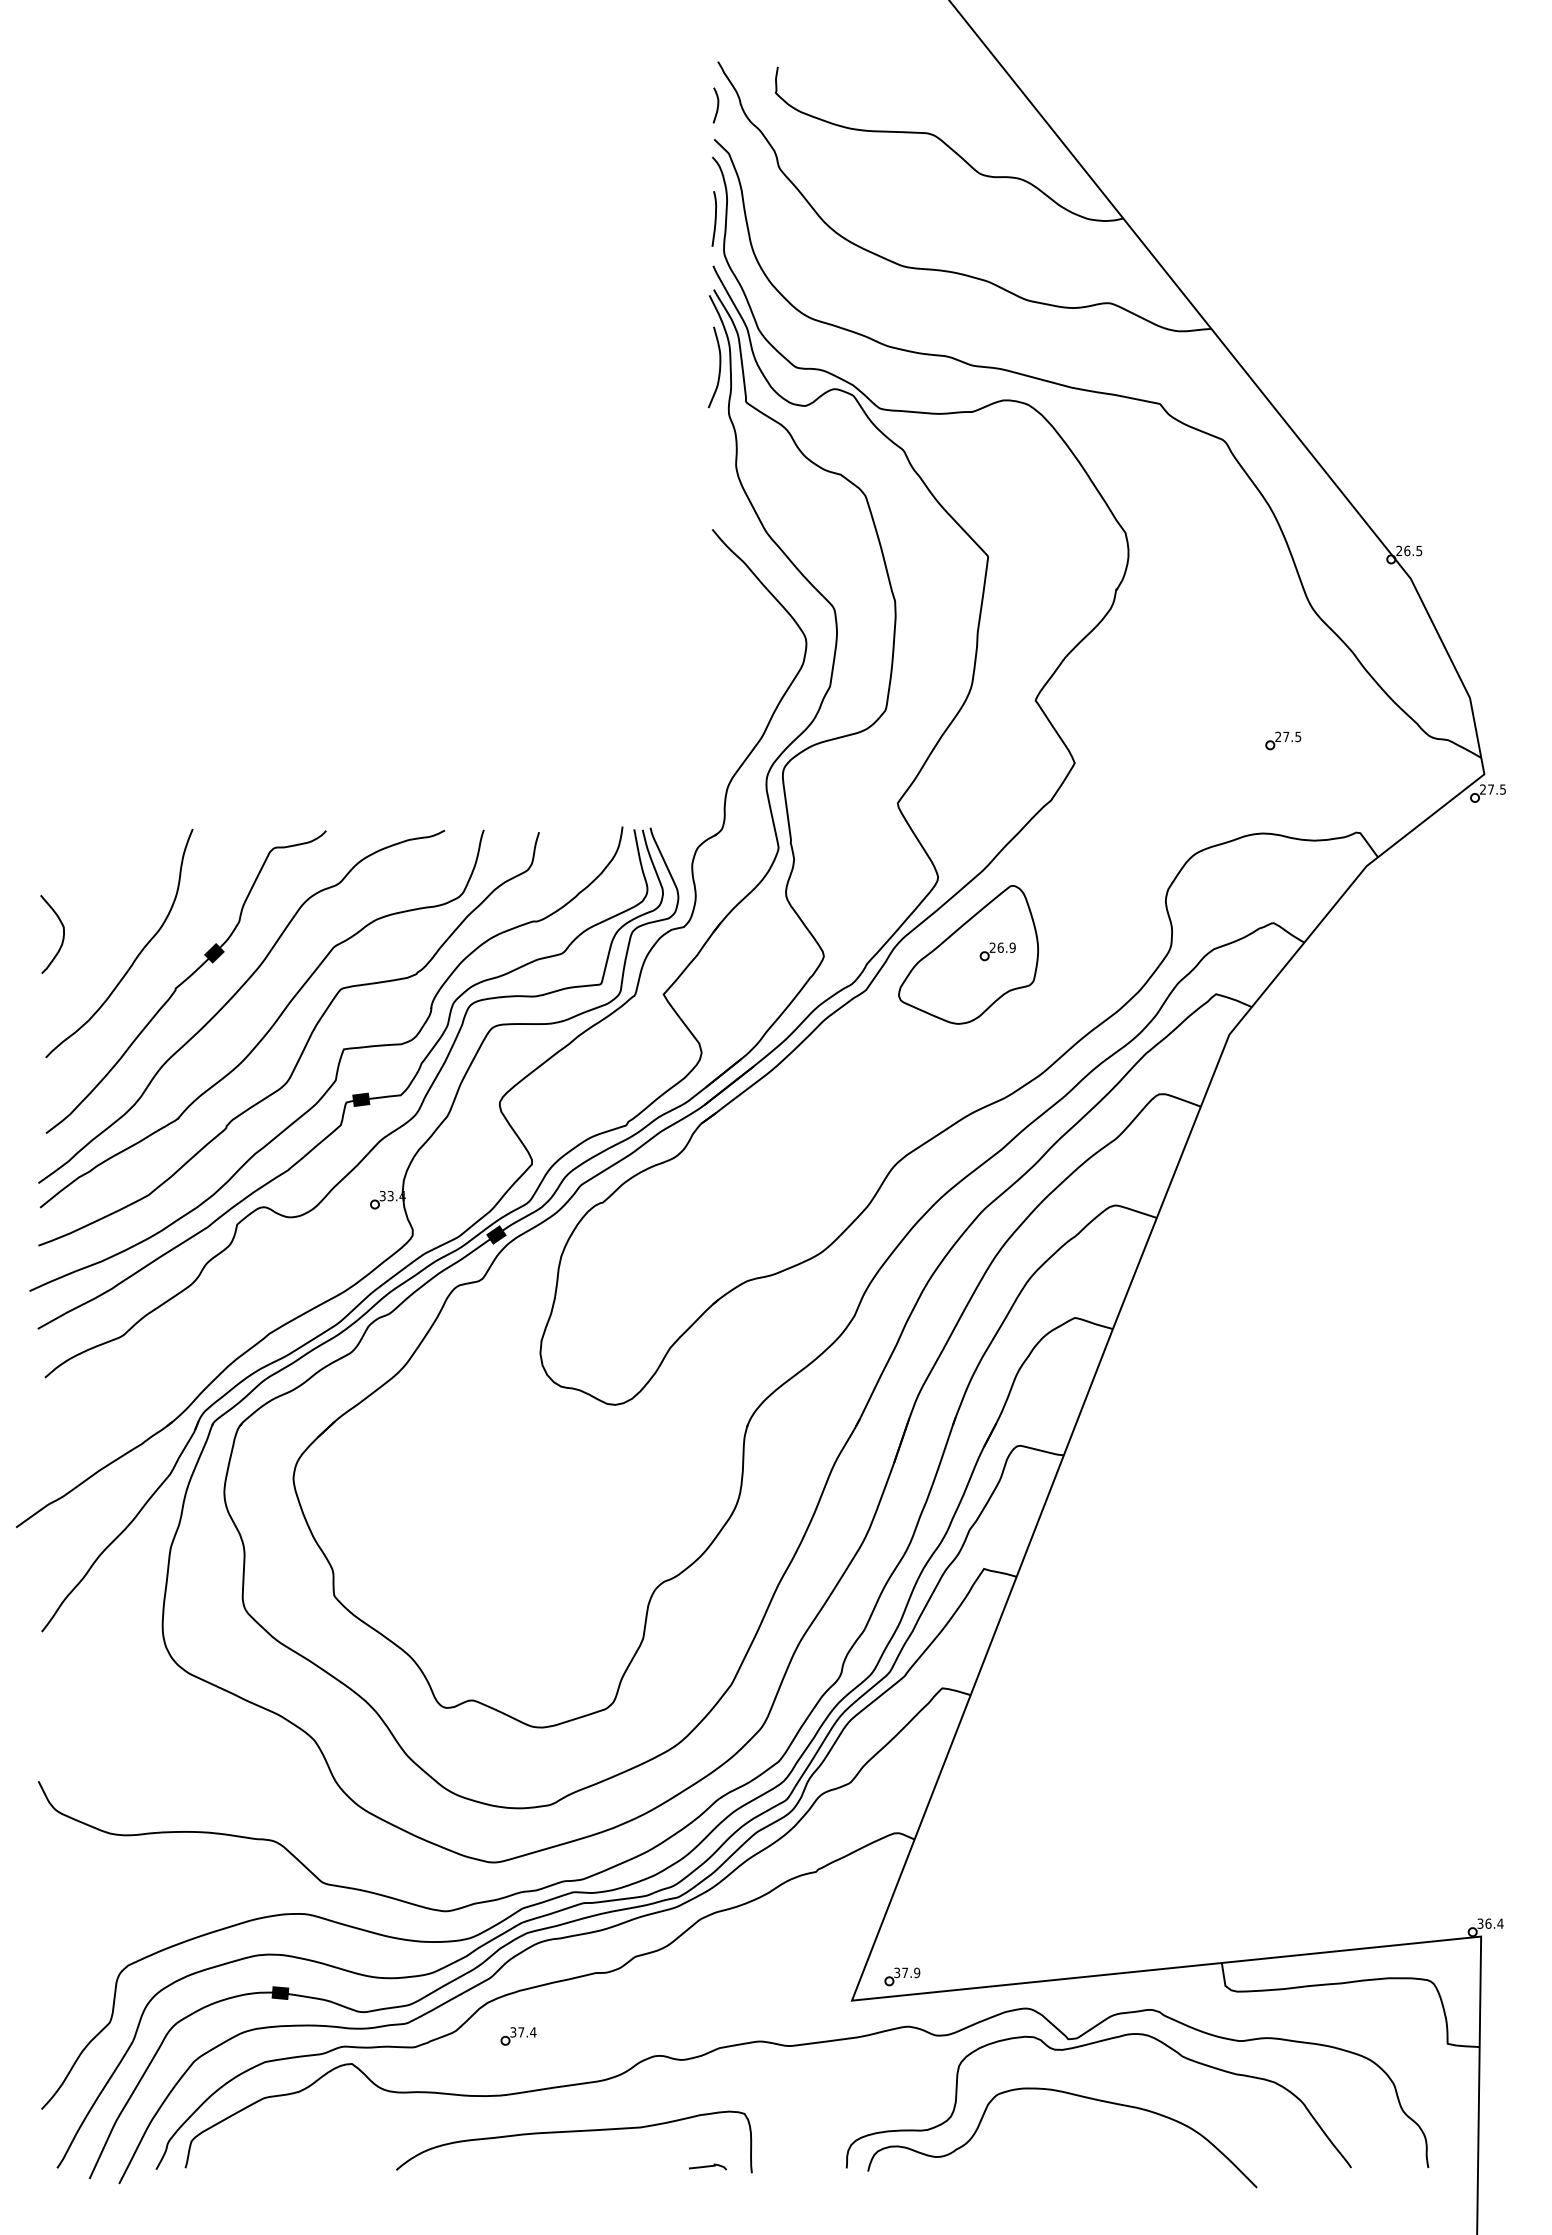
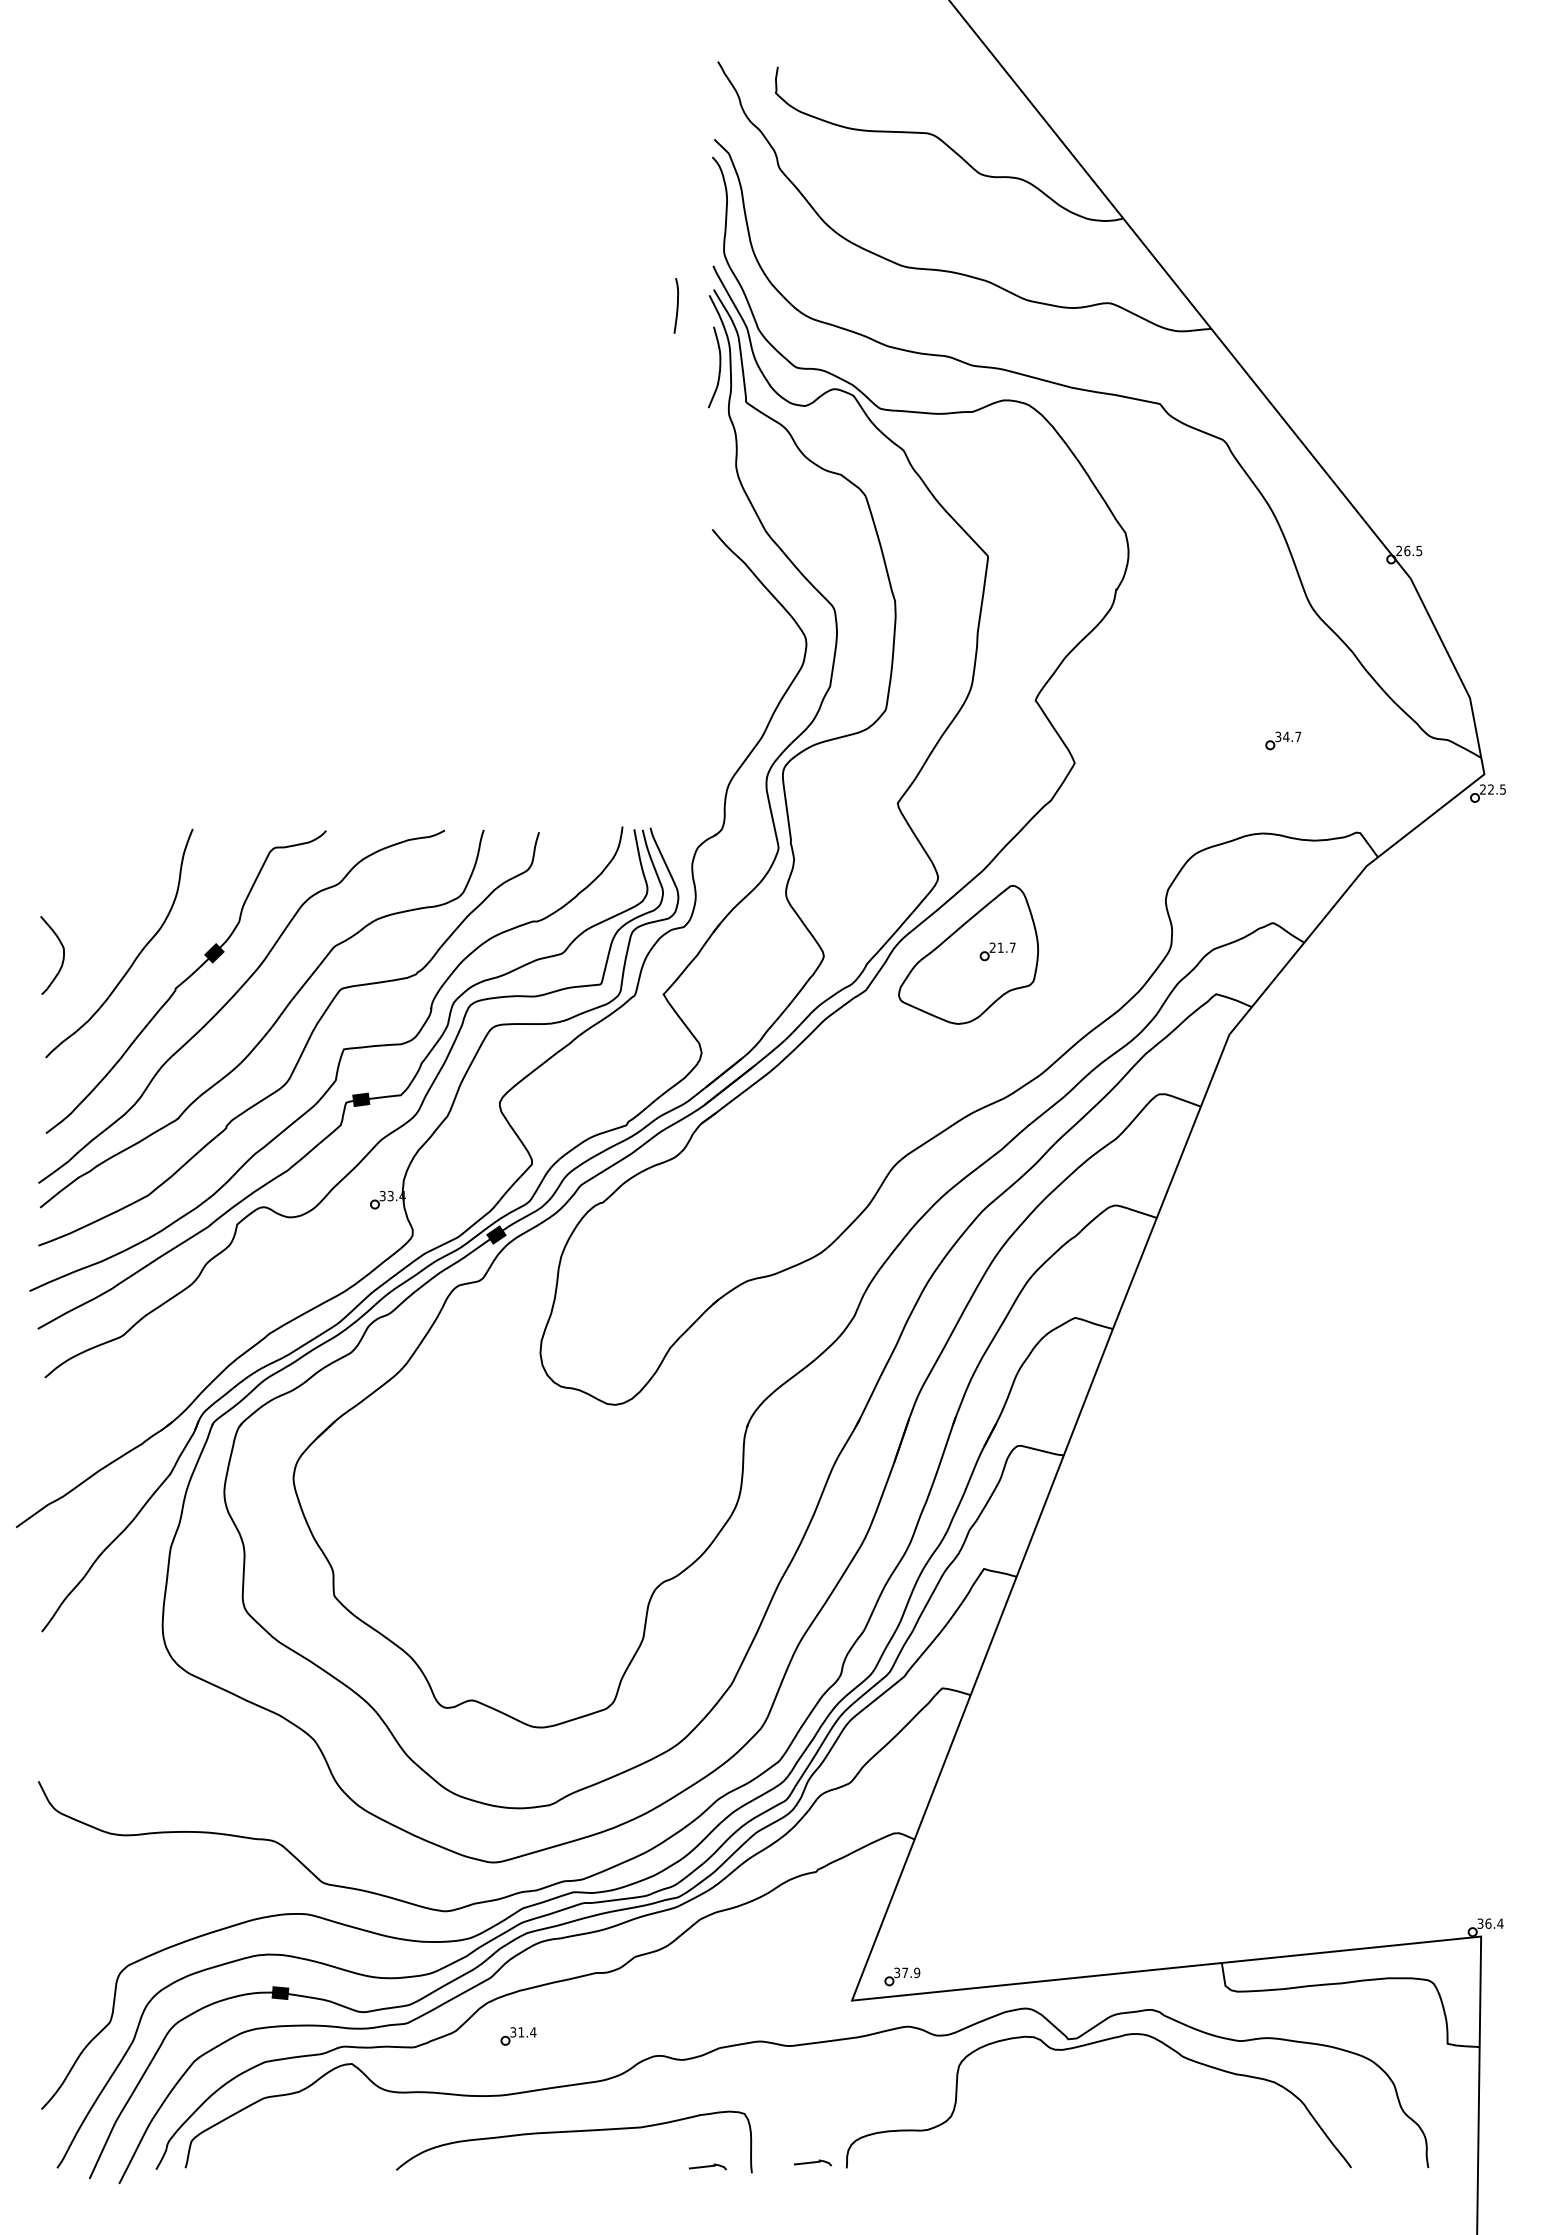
curve at (717, 105): present -> none
curve at (714, 218) position: (714, 218) -> (676, 305)
text at (1288, 736): 27.5 -> 34.7
text at (1490, 789): 27.5 -> 22.5
curve at (62, 936) position: (62, 936) -> (62, 957)
text at (1006, 947): 26.9 -> 21.7
text at (521, 2032): 37.4 -> 31.4
curve at (1072, 2095): present -> none
curve at (812, 2162): none -> present
